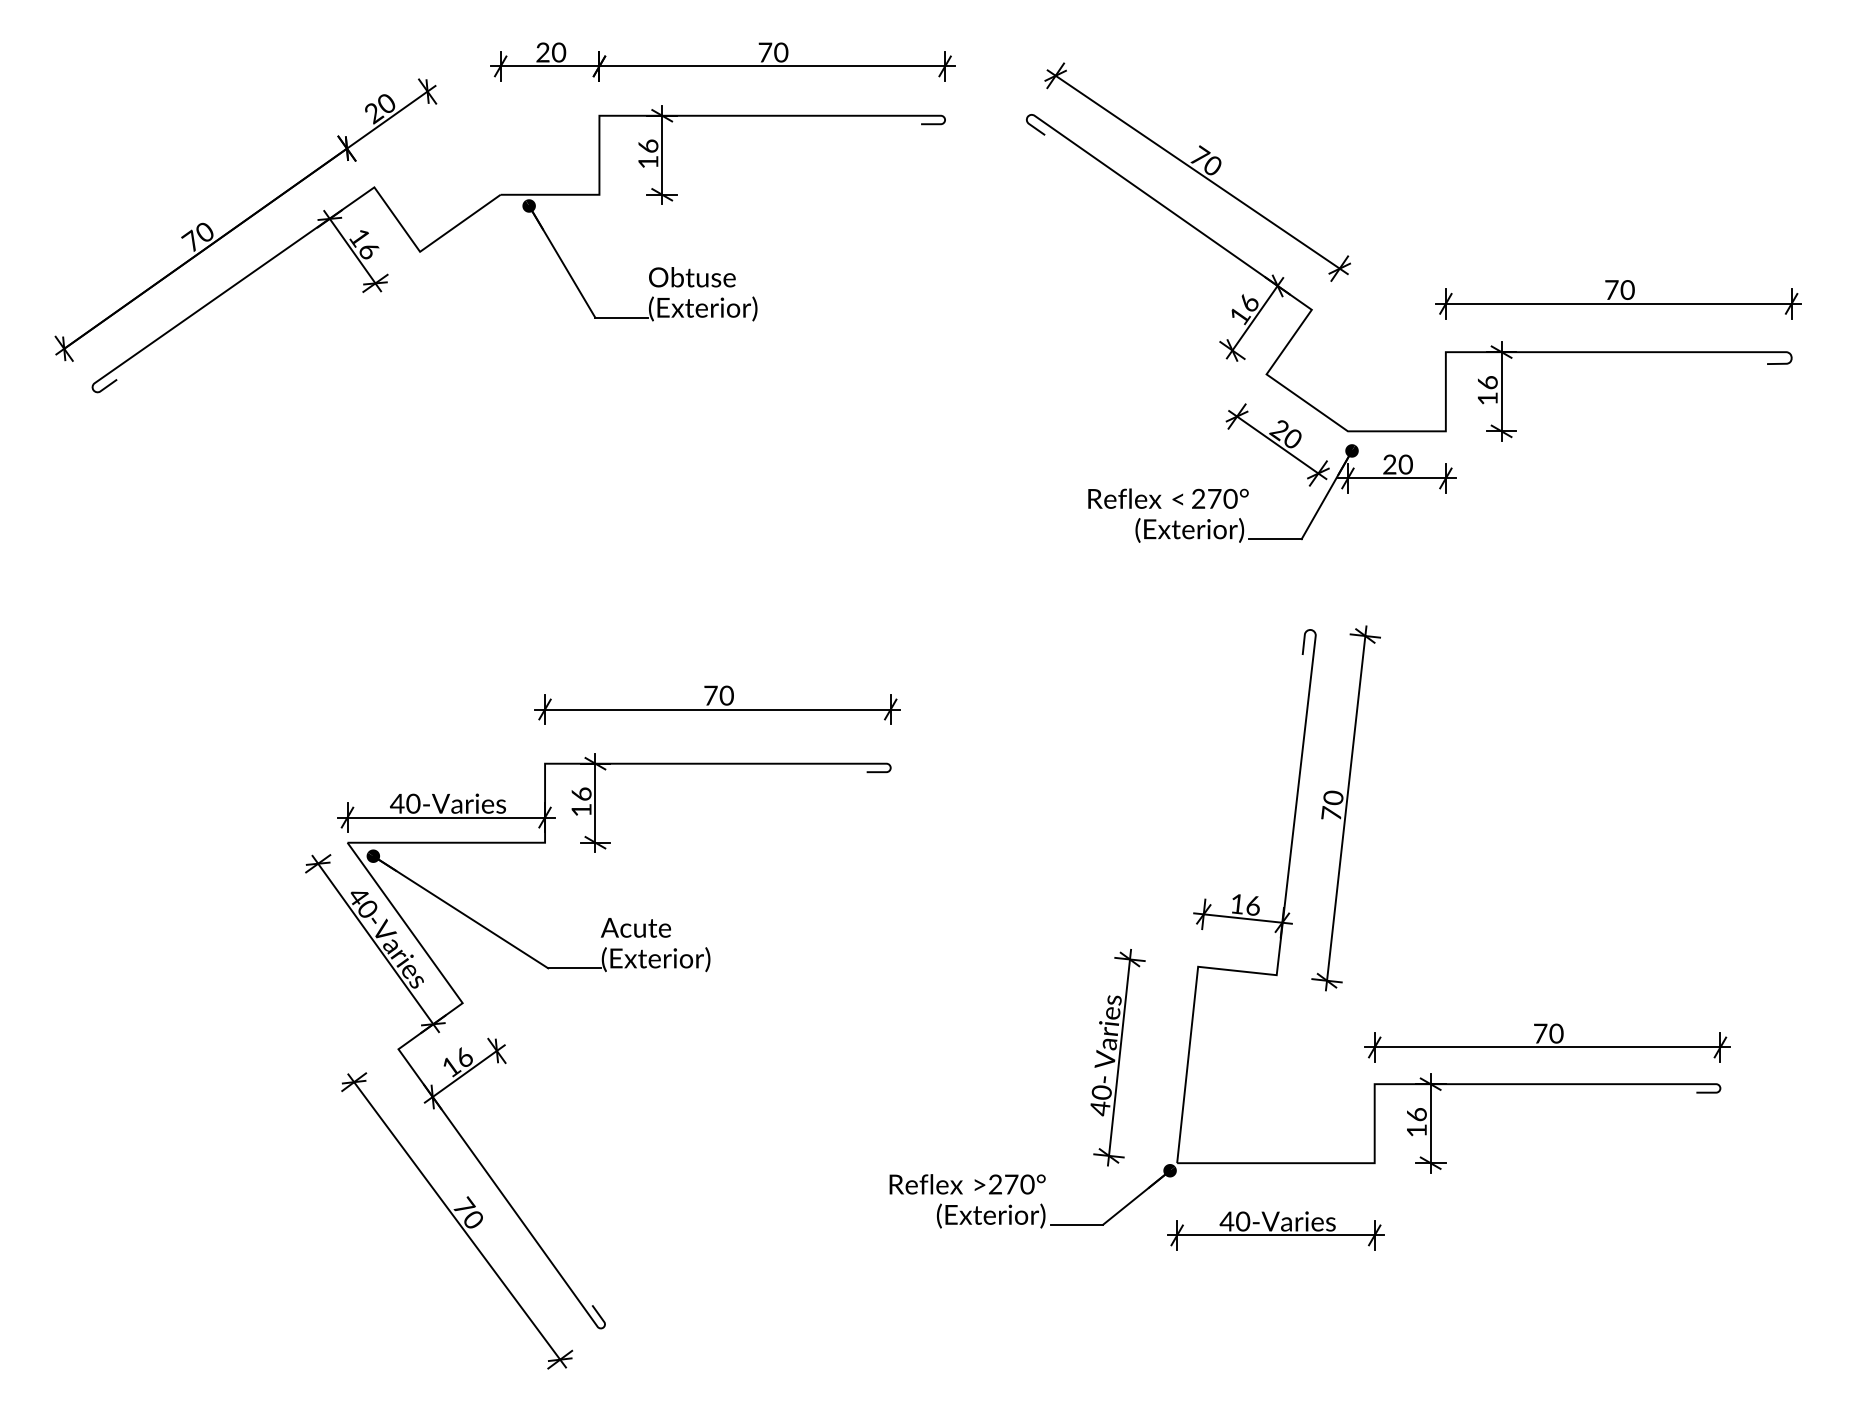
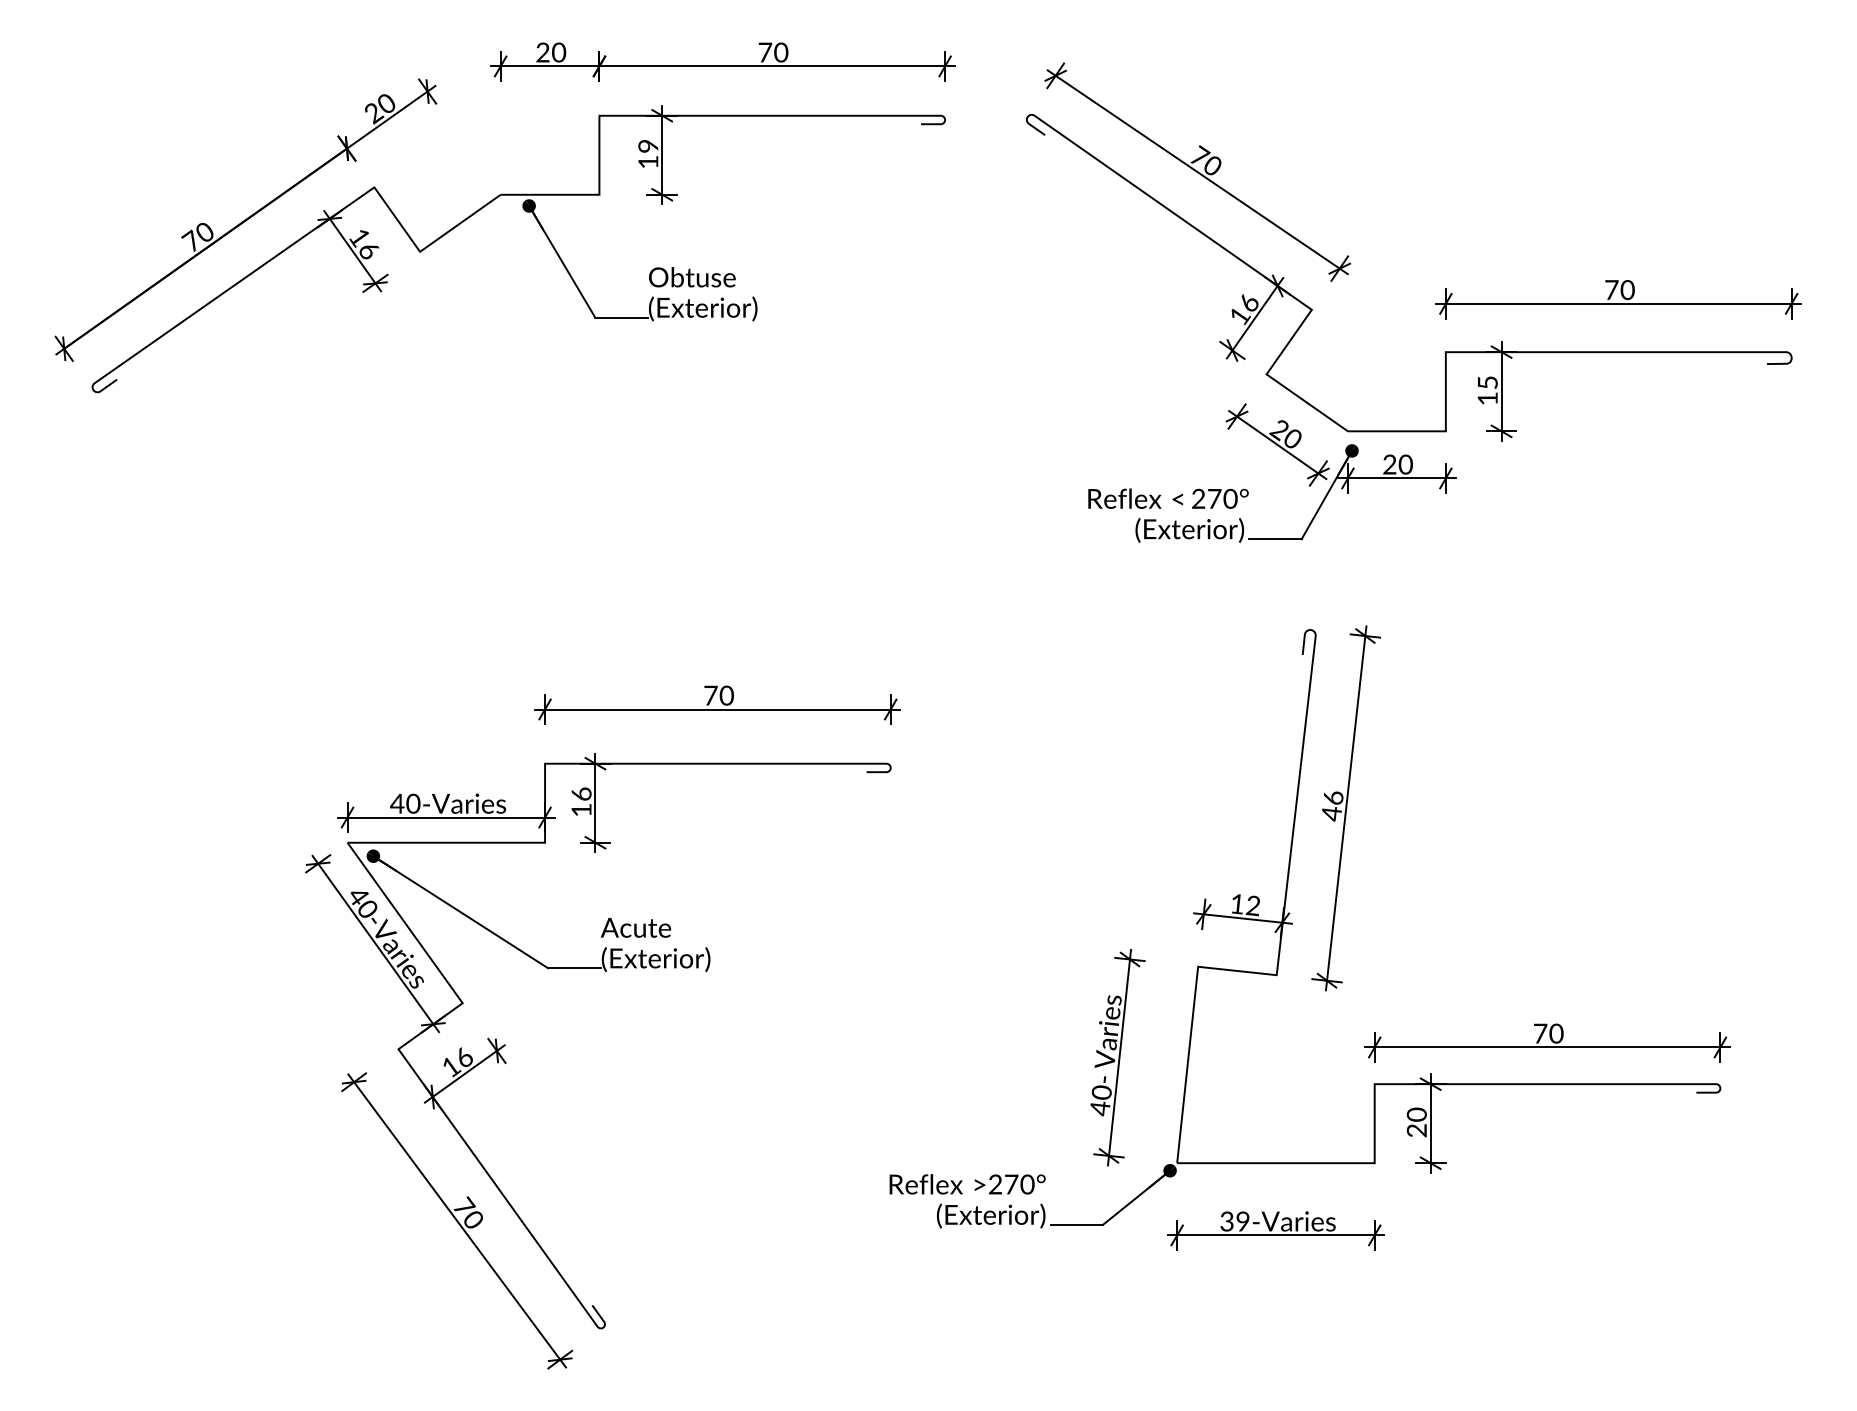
text at (648, 145): 16 -> 19
text at (1487, 382): 16 -> 15
text at (1332, 805): 70 -> 46
text at (1252, 905): 16 -> 12
text at (1416, 1122): 16 -> 20
text at (1234, 1221): 40-Varies -> 39-Varies
